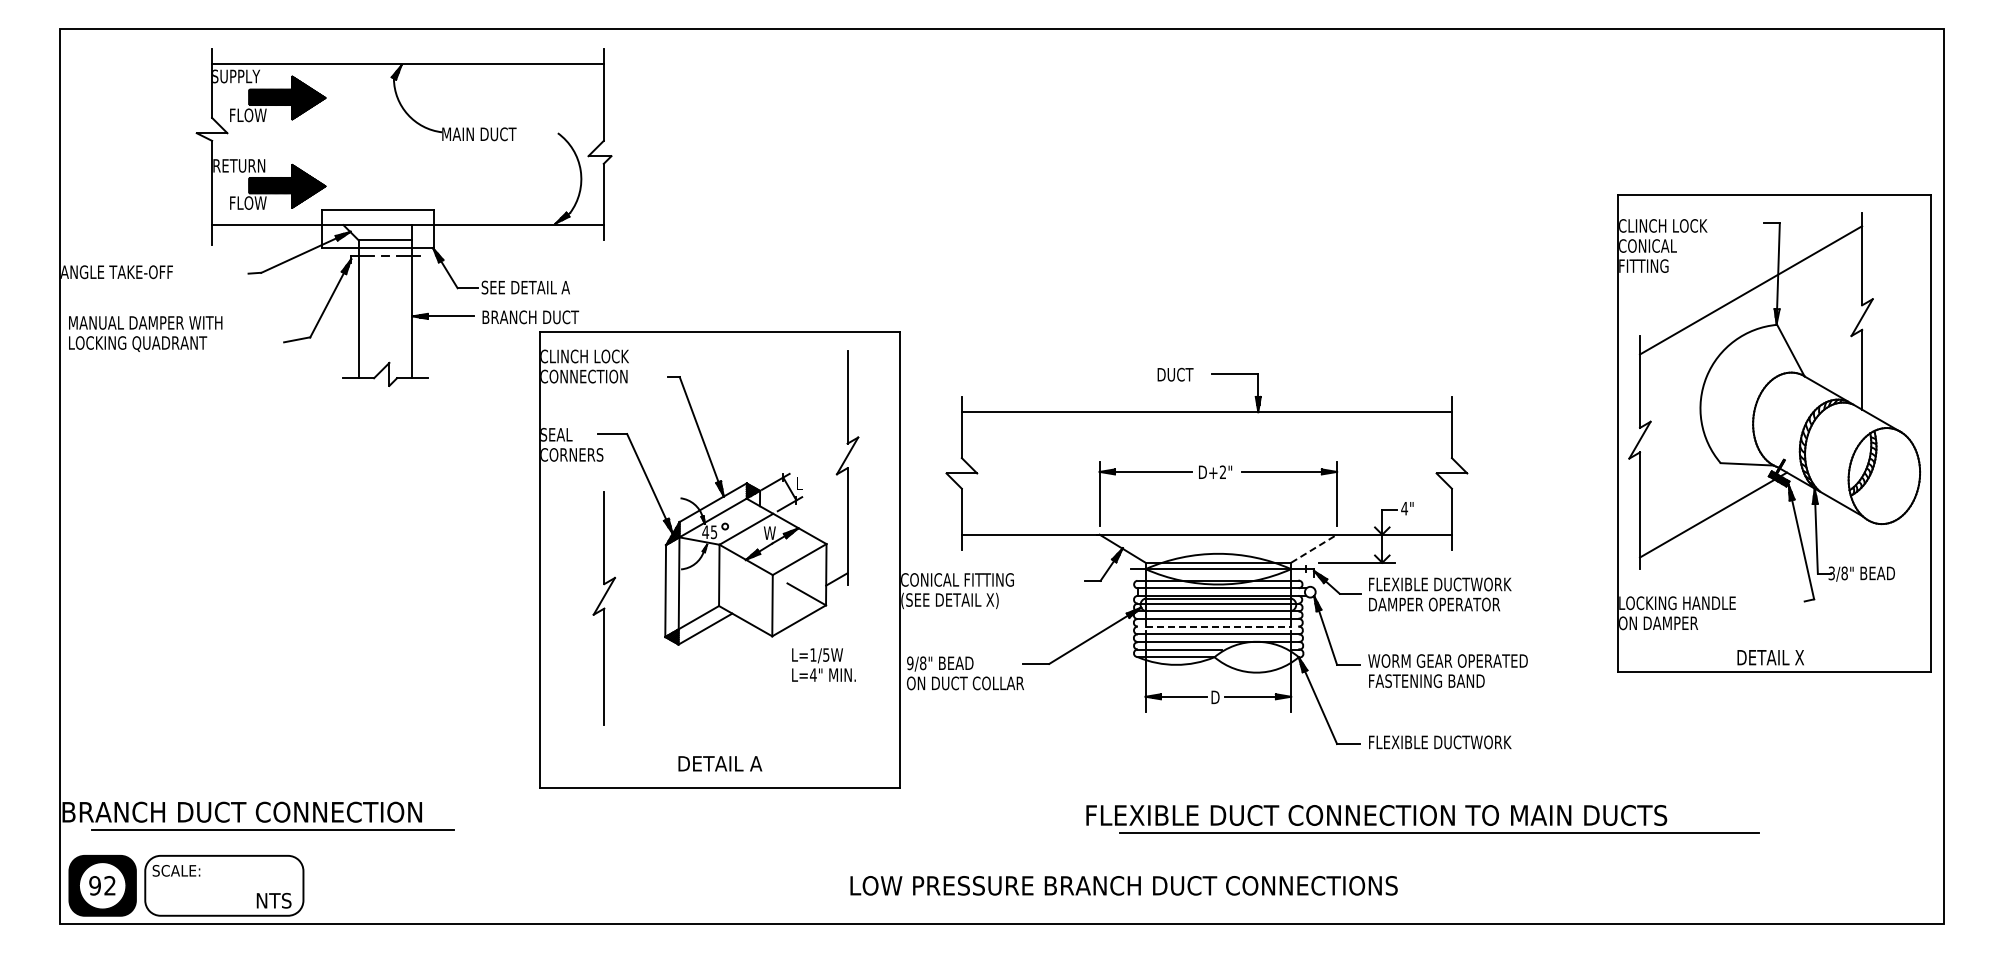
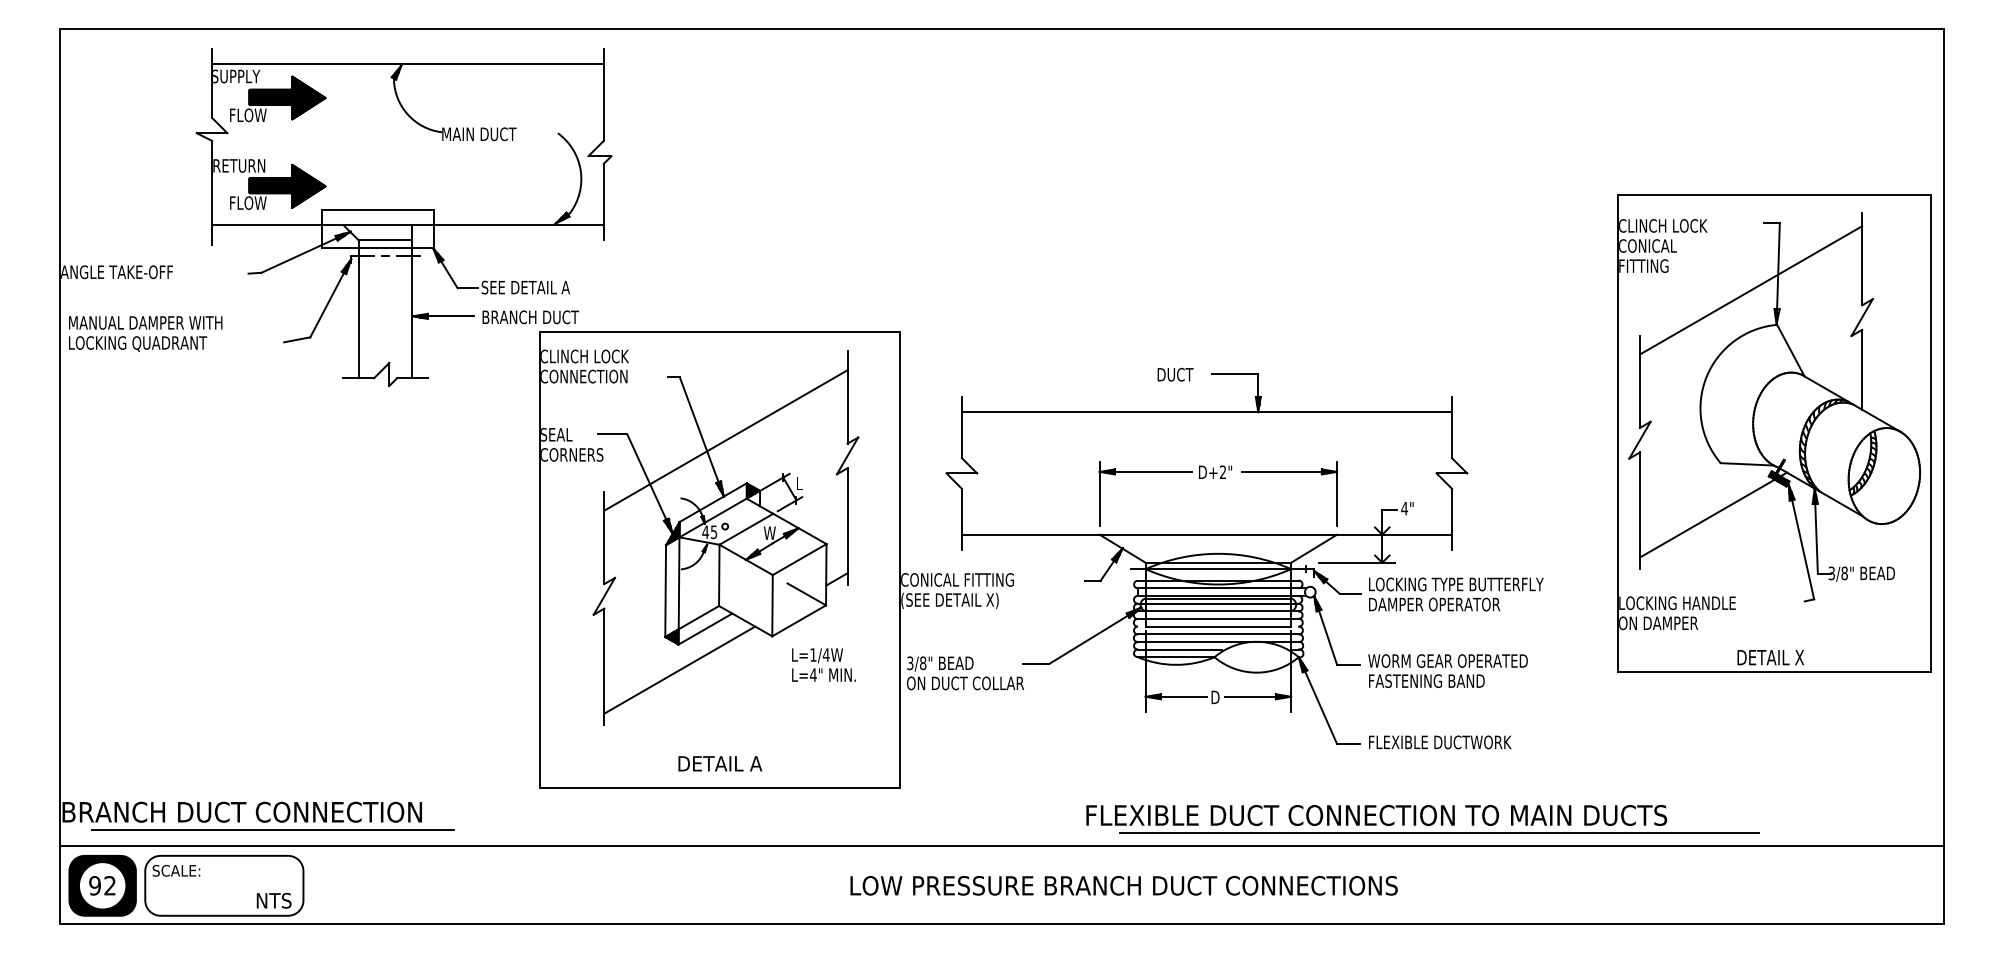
line at (725, 440): none -> present
line at (1314, 548): dashed -> solid
text at (1456, 584): FLEXIBLE DUCTWORK -> LOCKING TYPE BUTTERFLY
line at (1218, 626): dashed -> solid
text at (825, 654): L=1/5W -> L=1/4W
text at (910, 662): 9/8" -> 3/8"
line at (679, 669): none -> present
line at (1001, 845): none -> present
